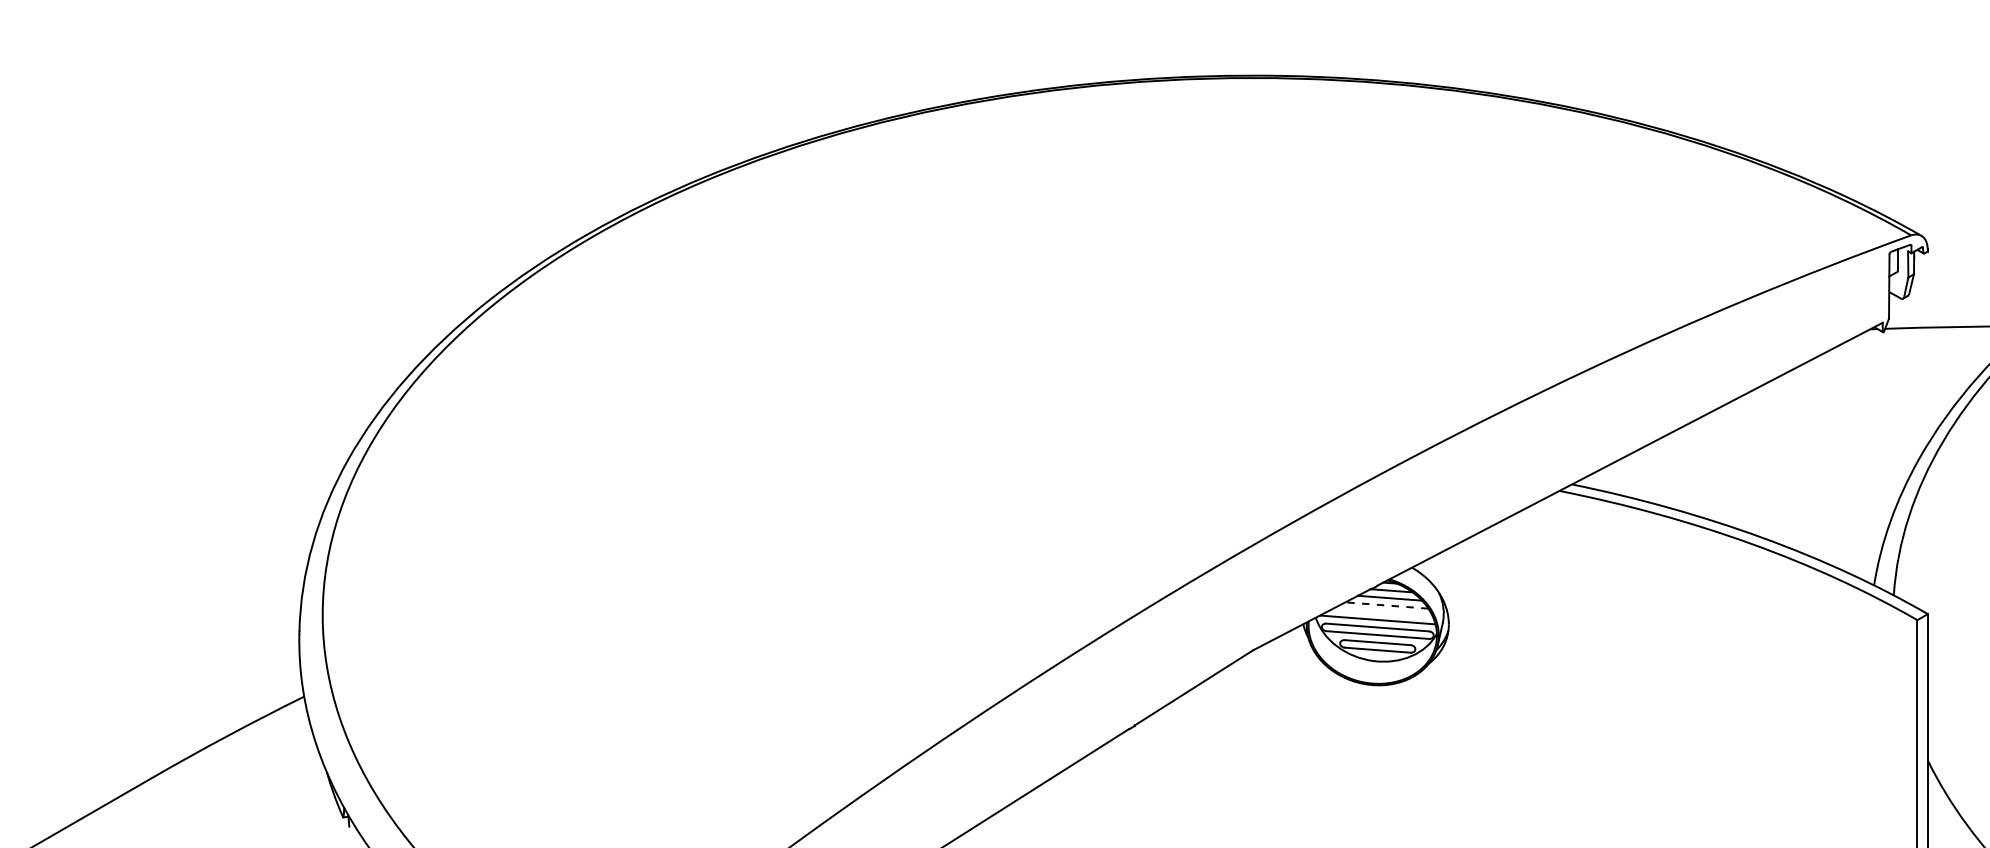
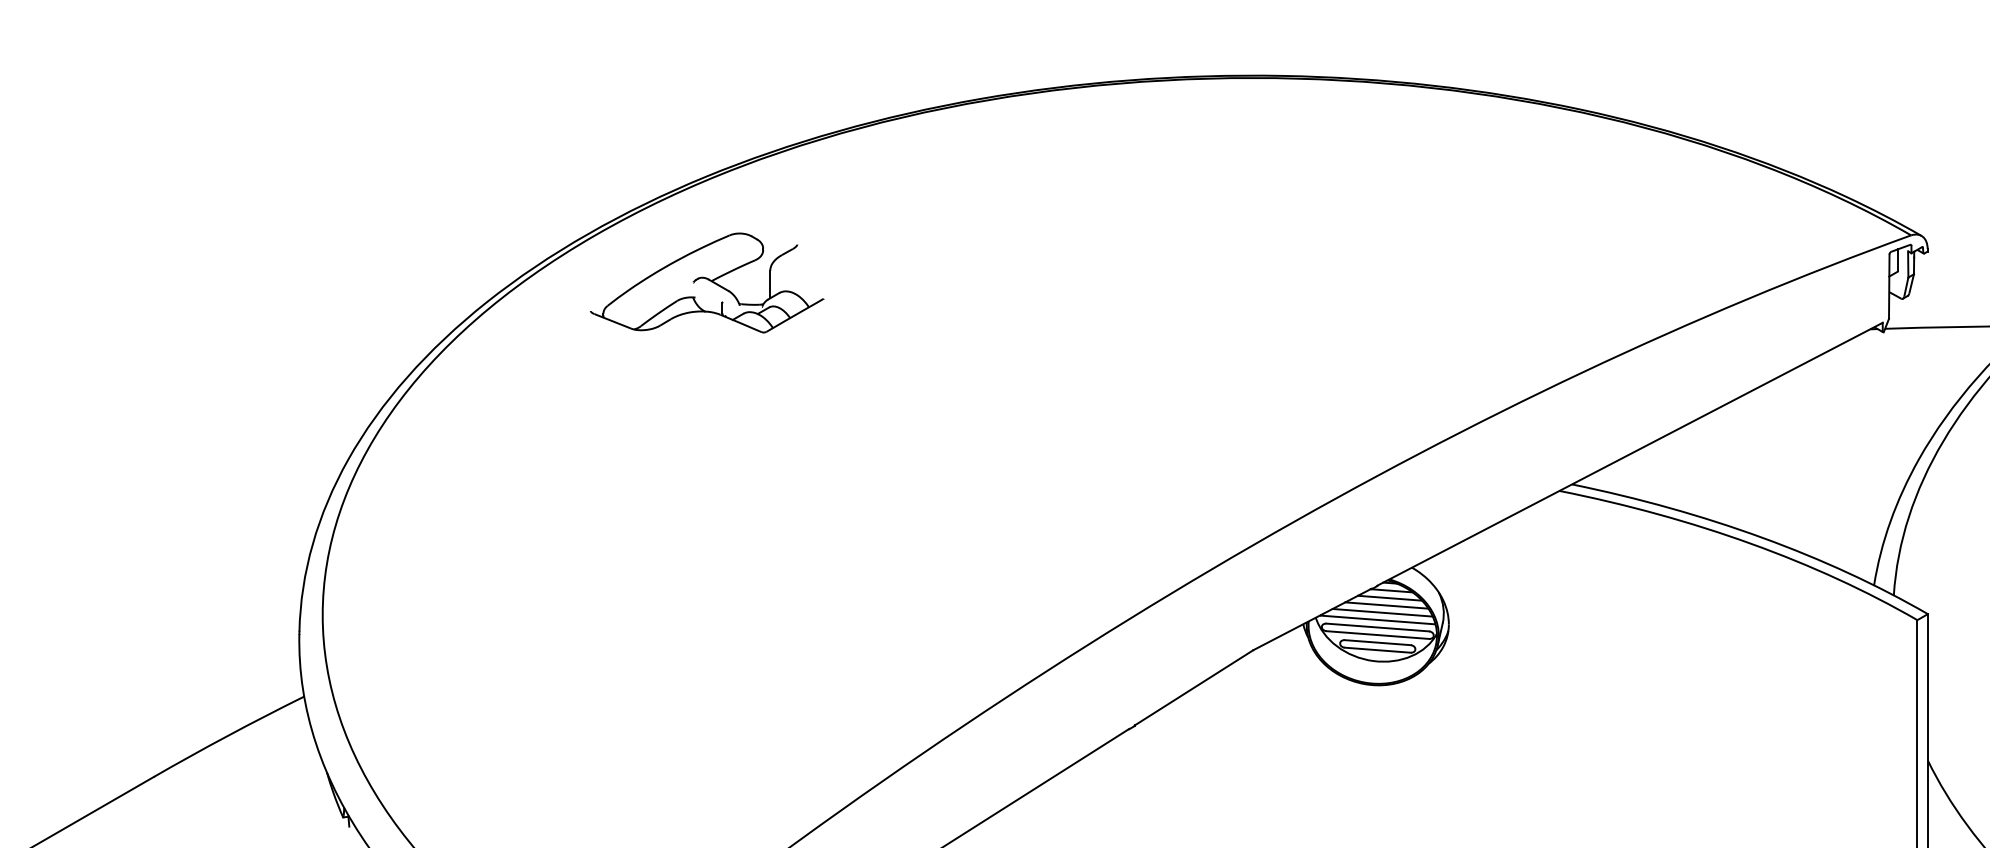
part at (707, 282): none -> present
line at (1386, 605): dashed -> solid
line at (1382, 612): none -> present
